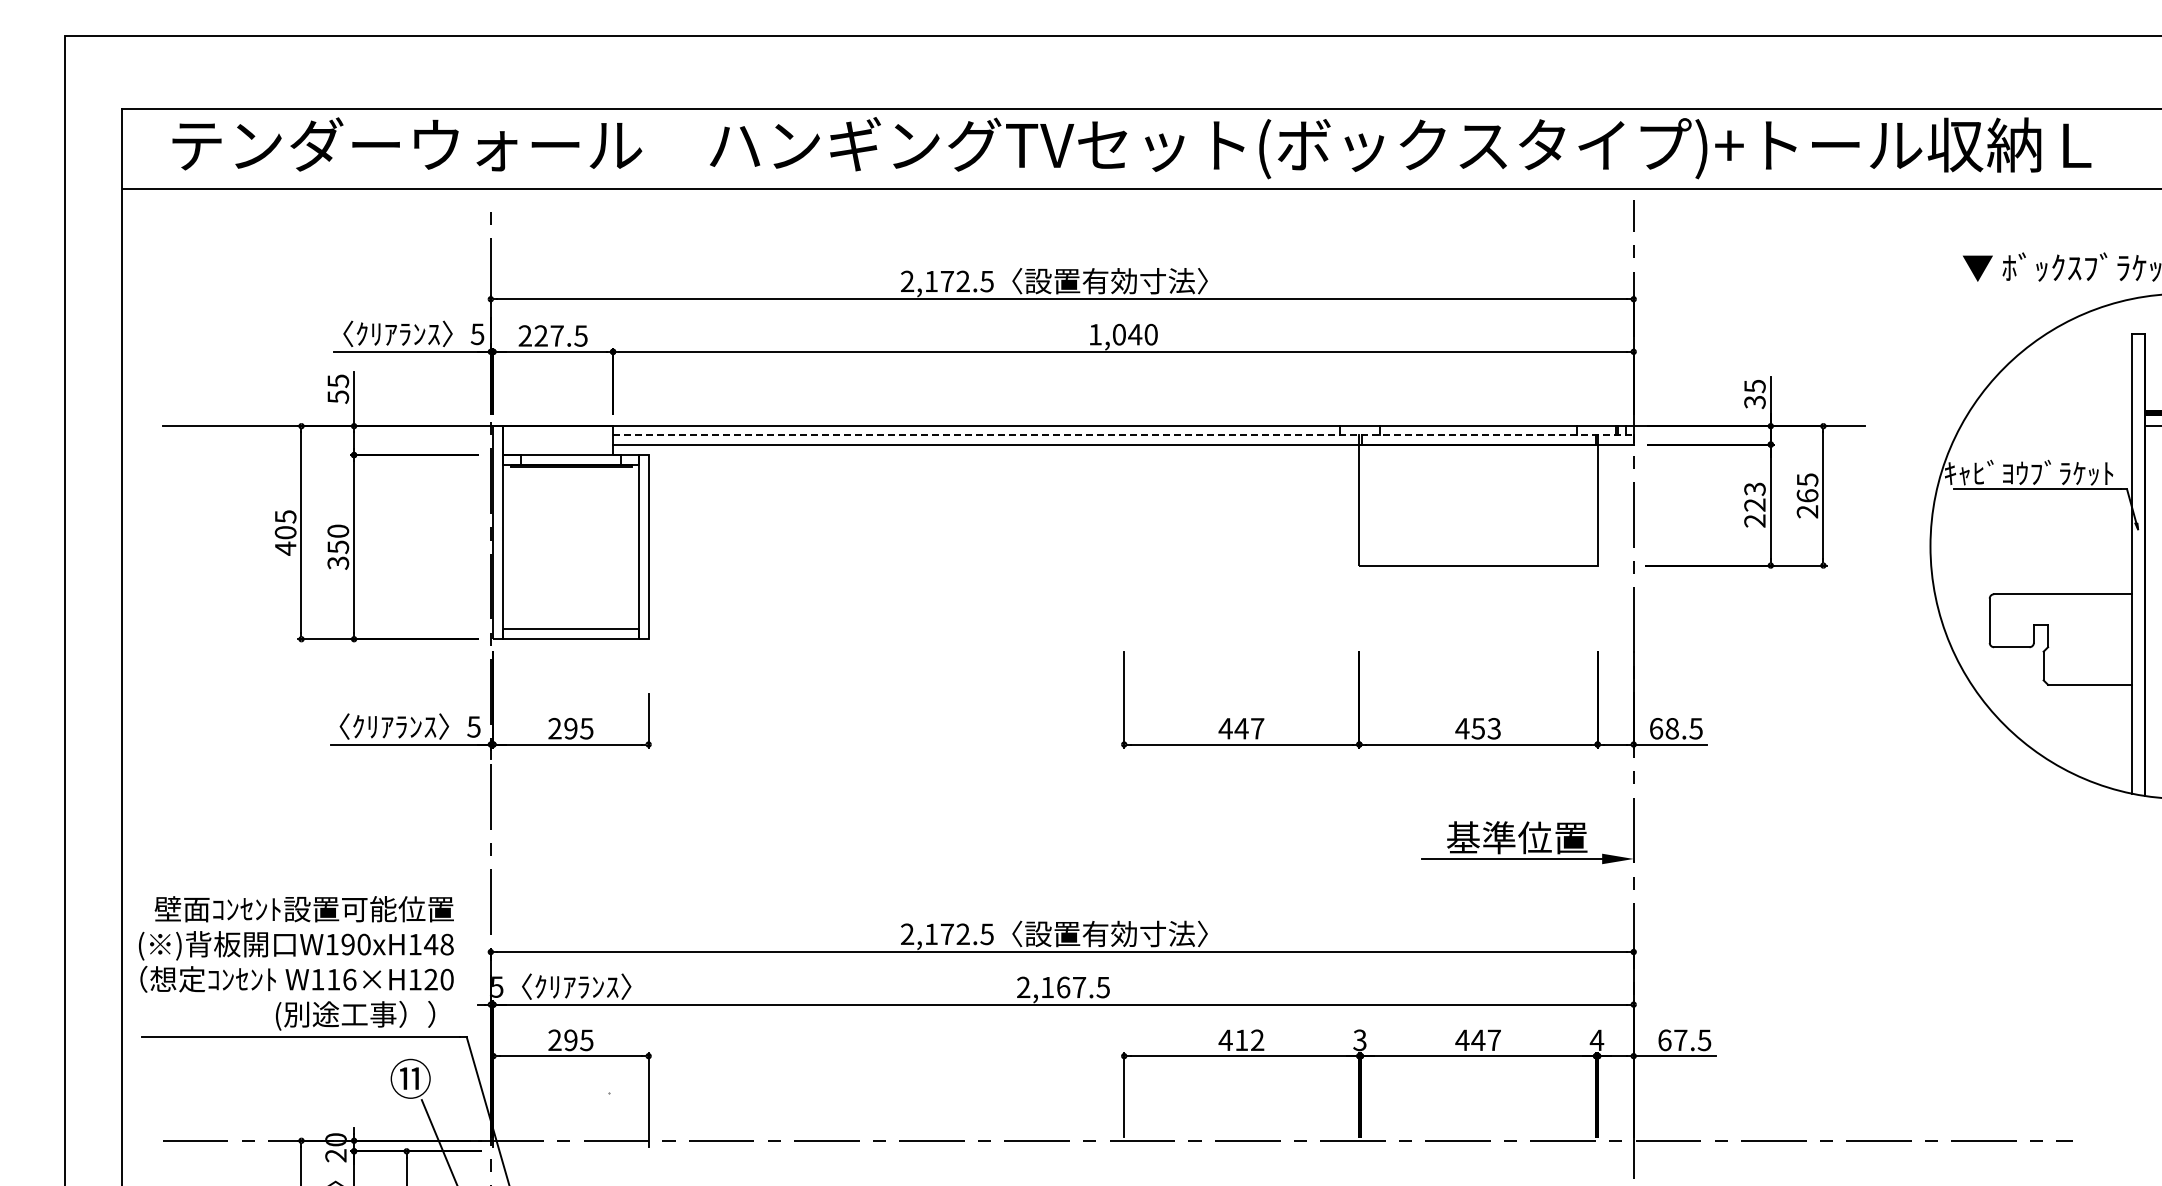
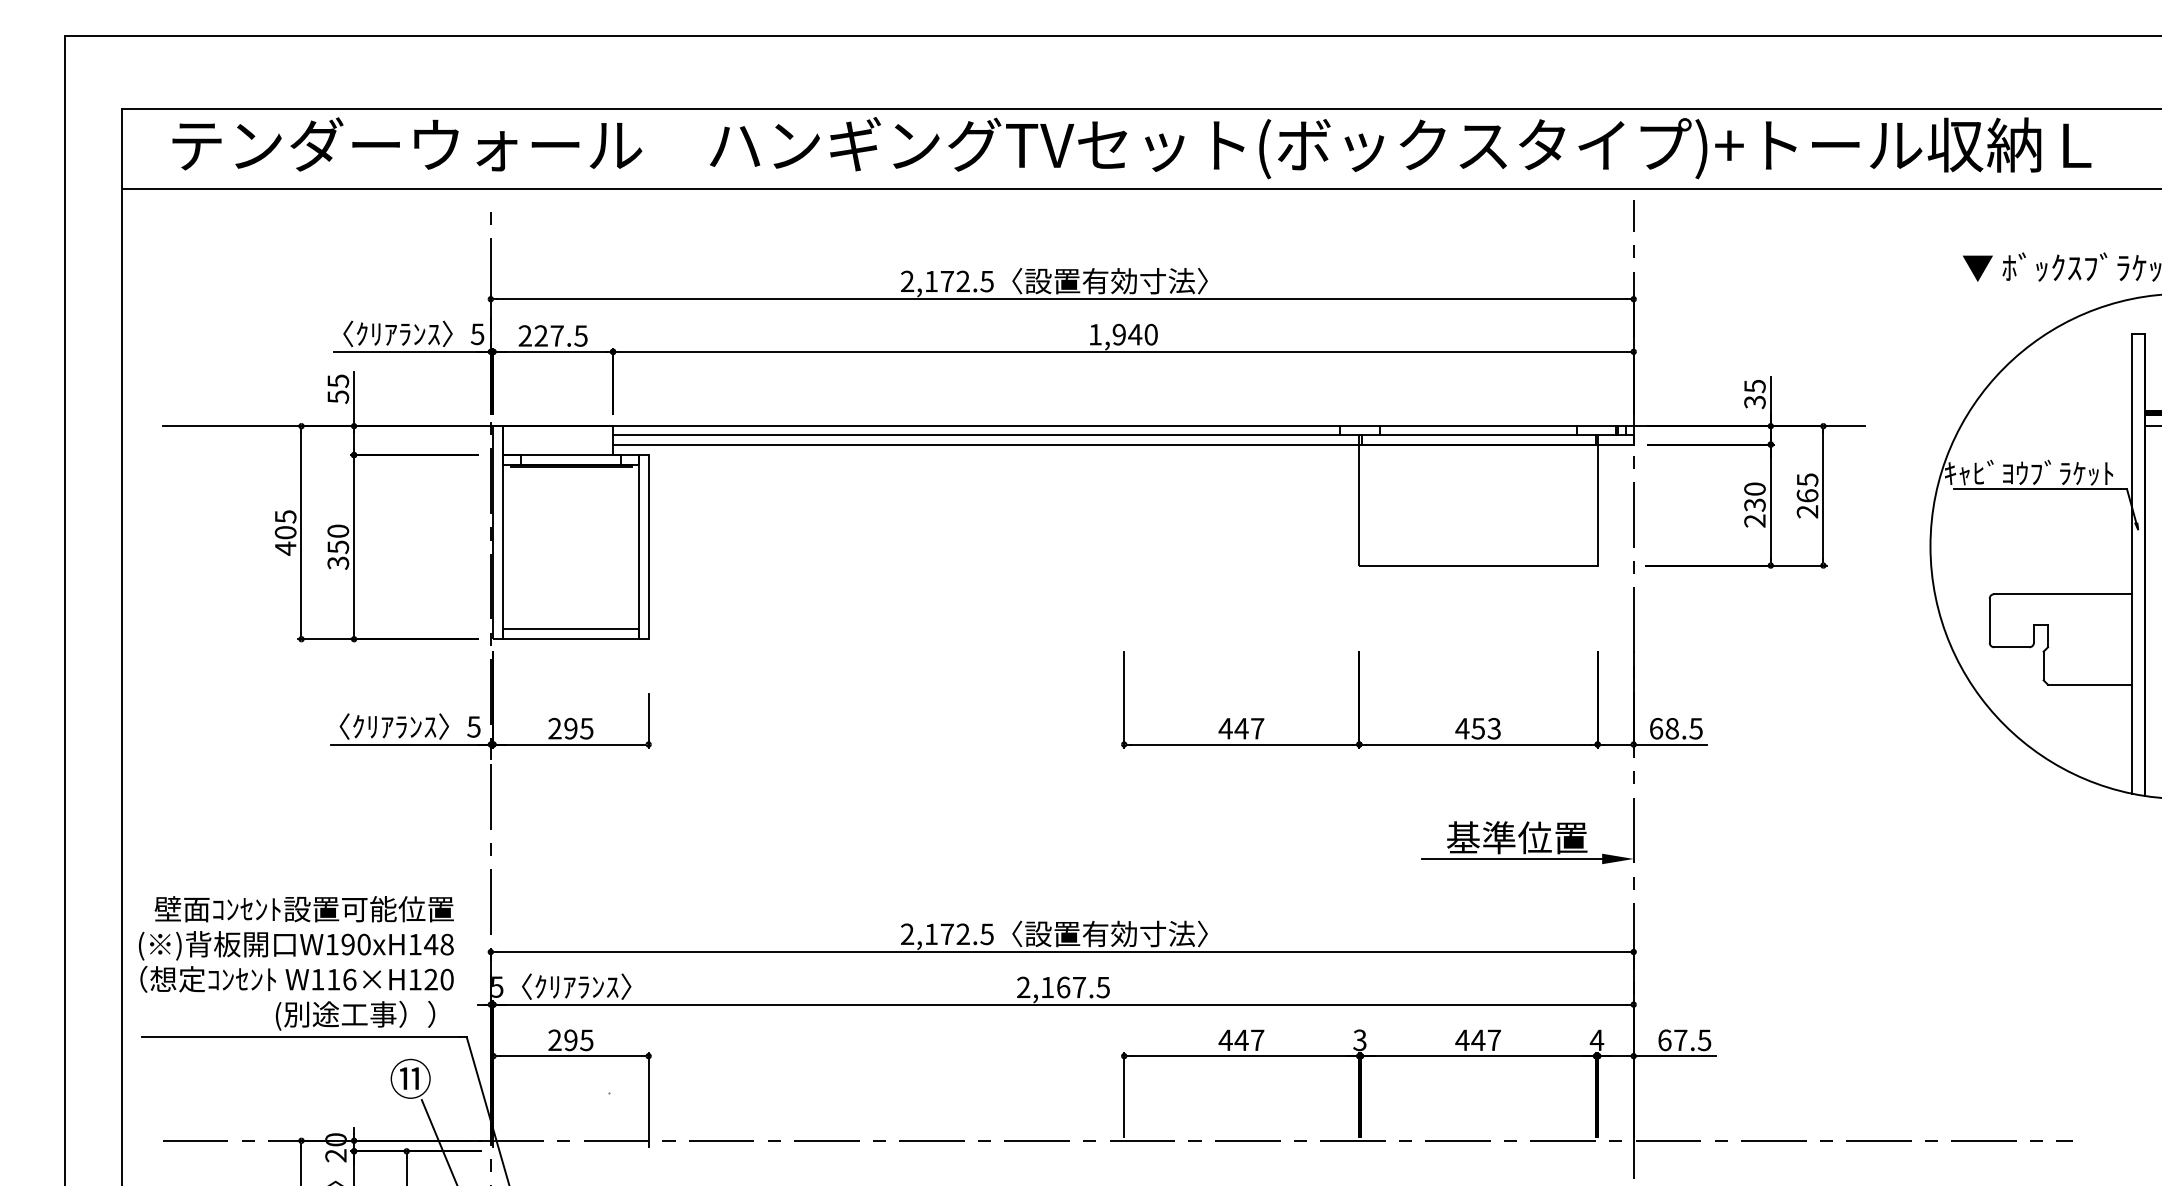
text at (1118, 334): 1,040 -> 1,940
line at (1123, 434): dashed -> solid
text at (1754, 496): 223 -> 230
text at (1249, 1039): 412 -> 447
